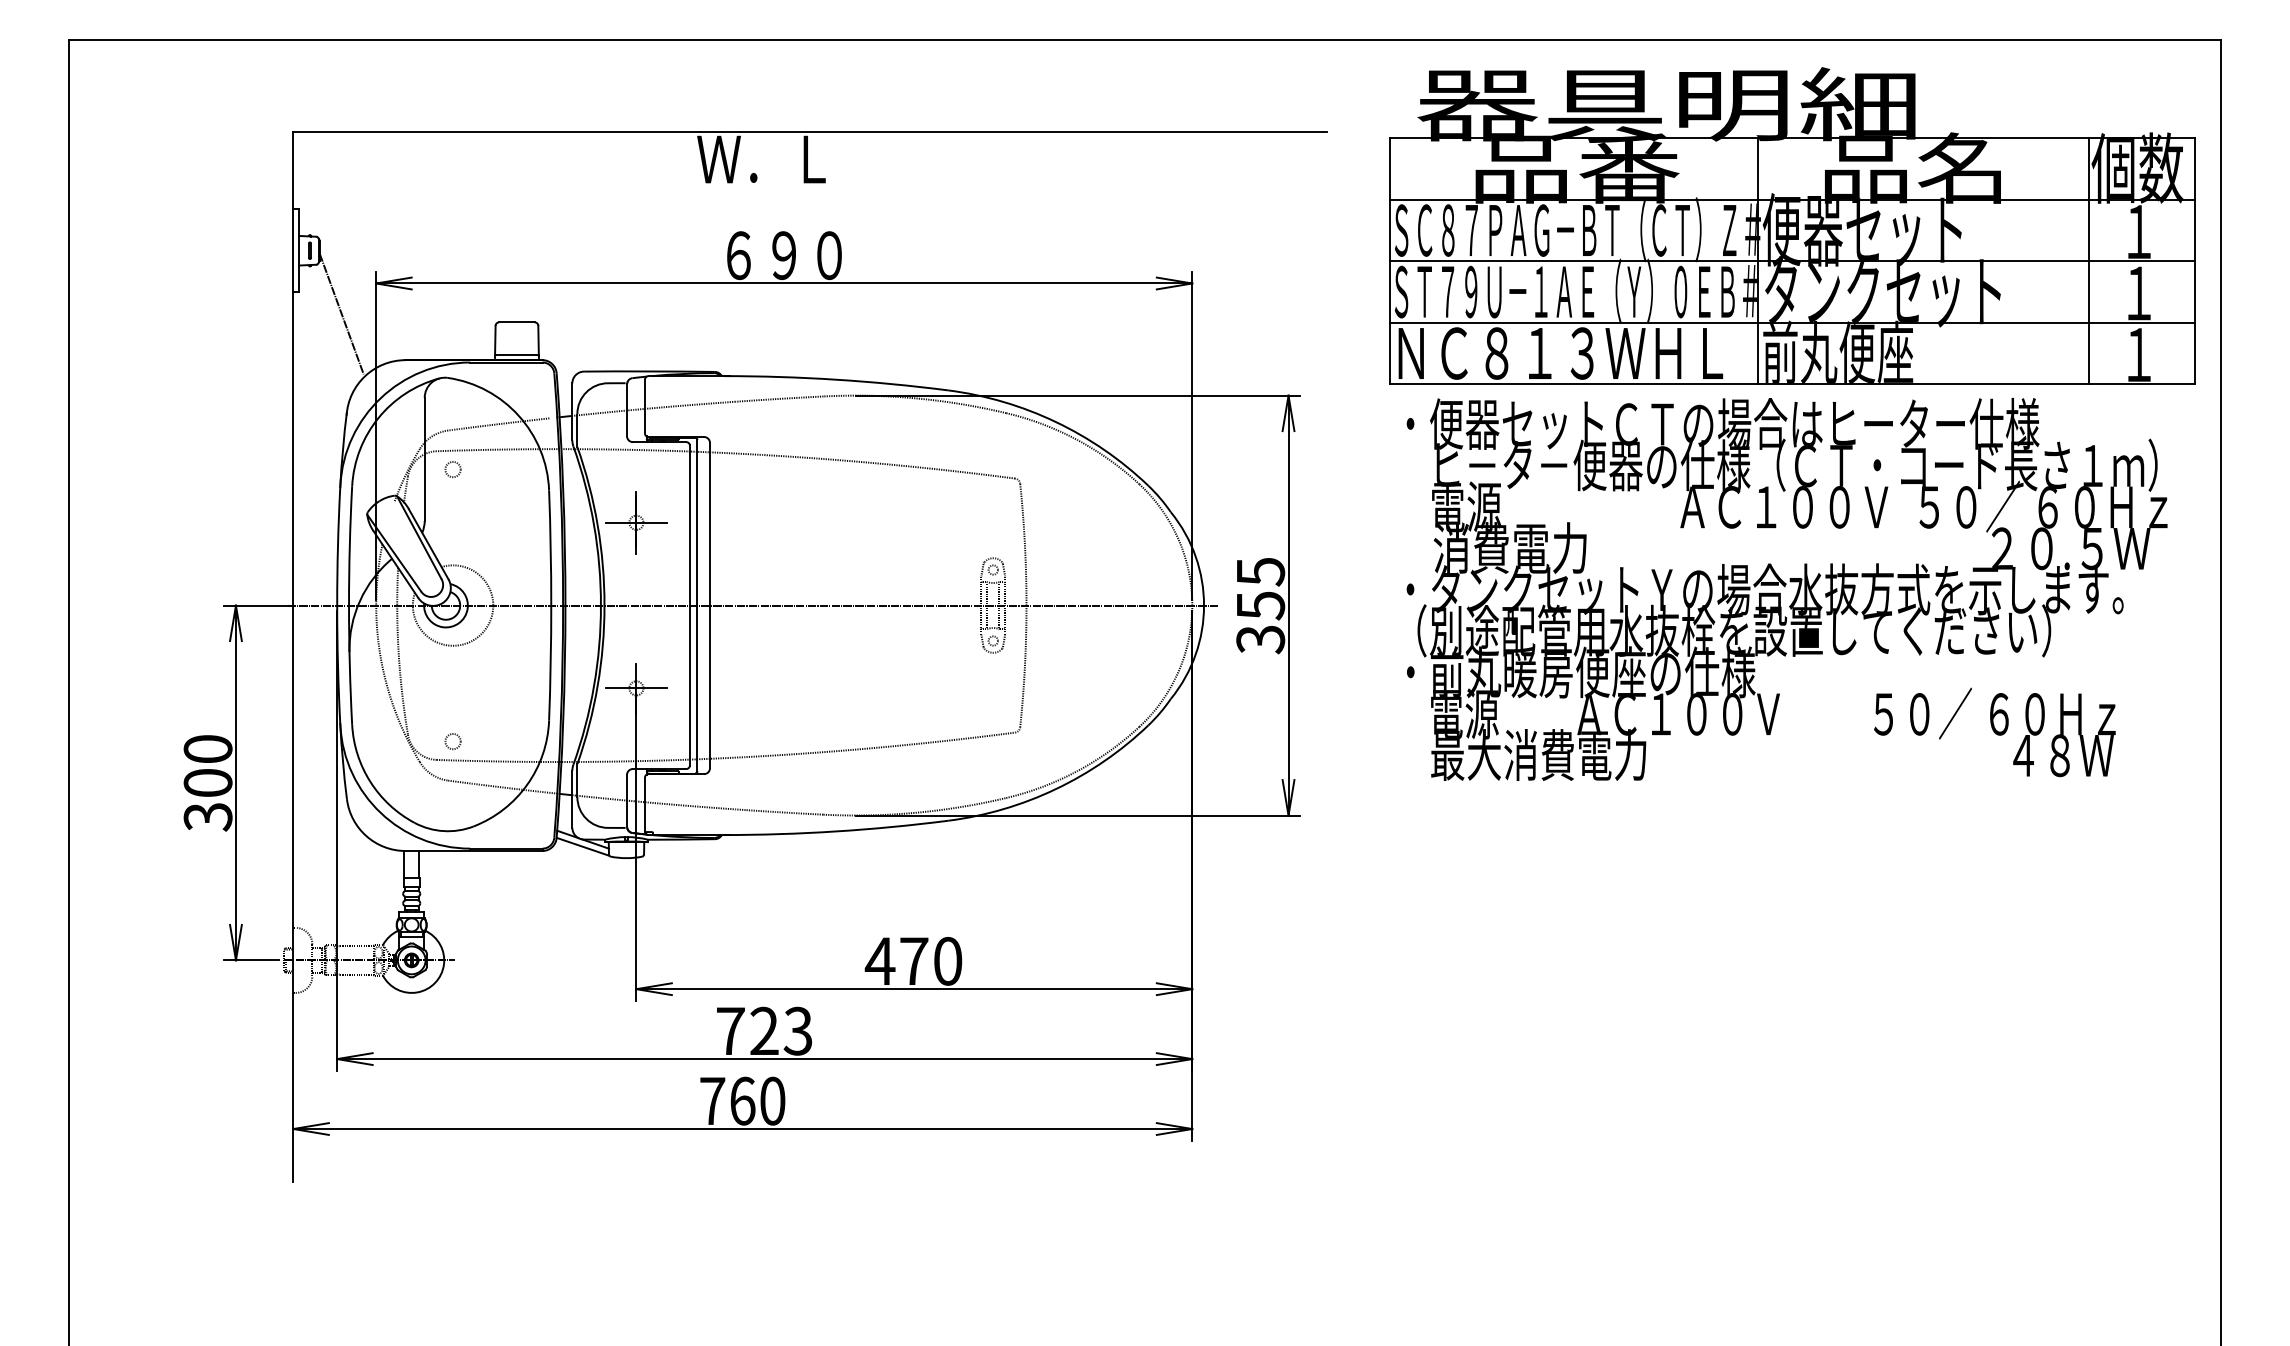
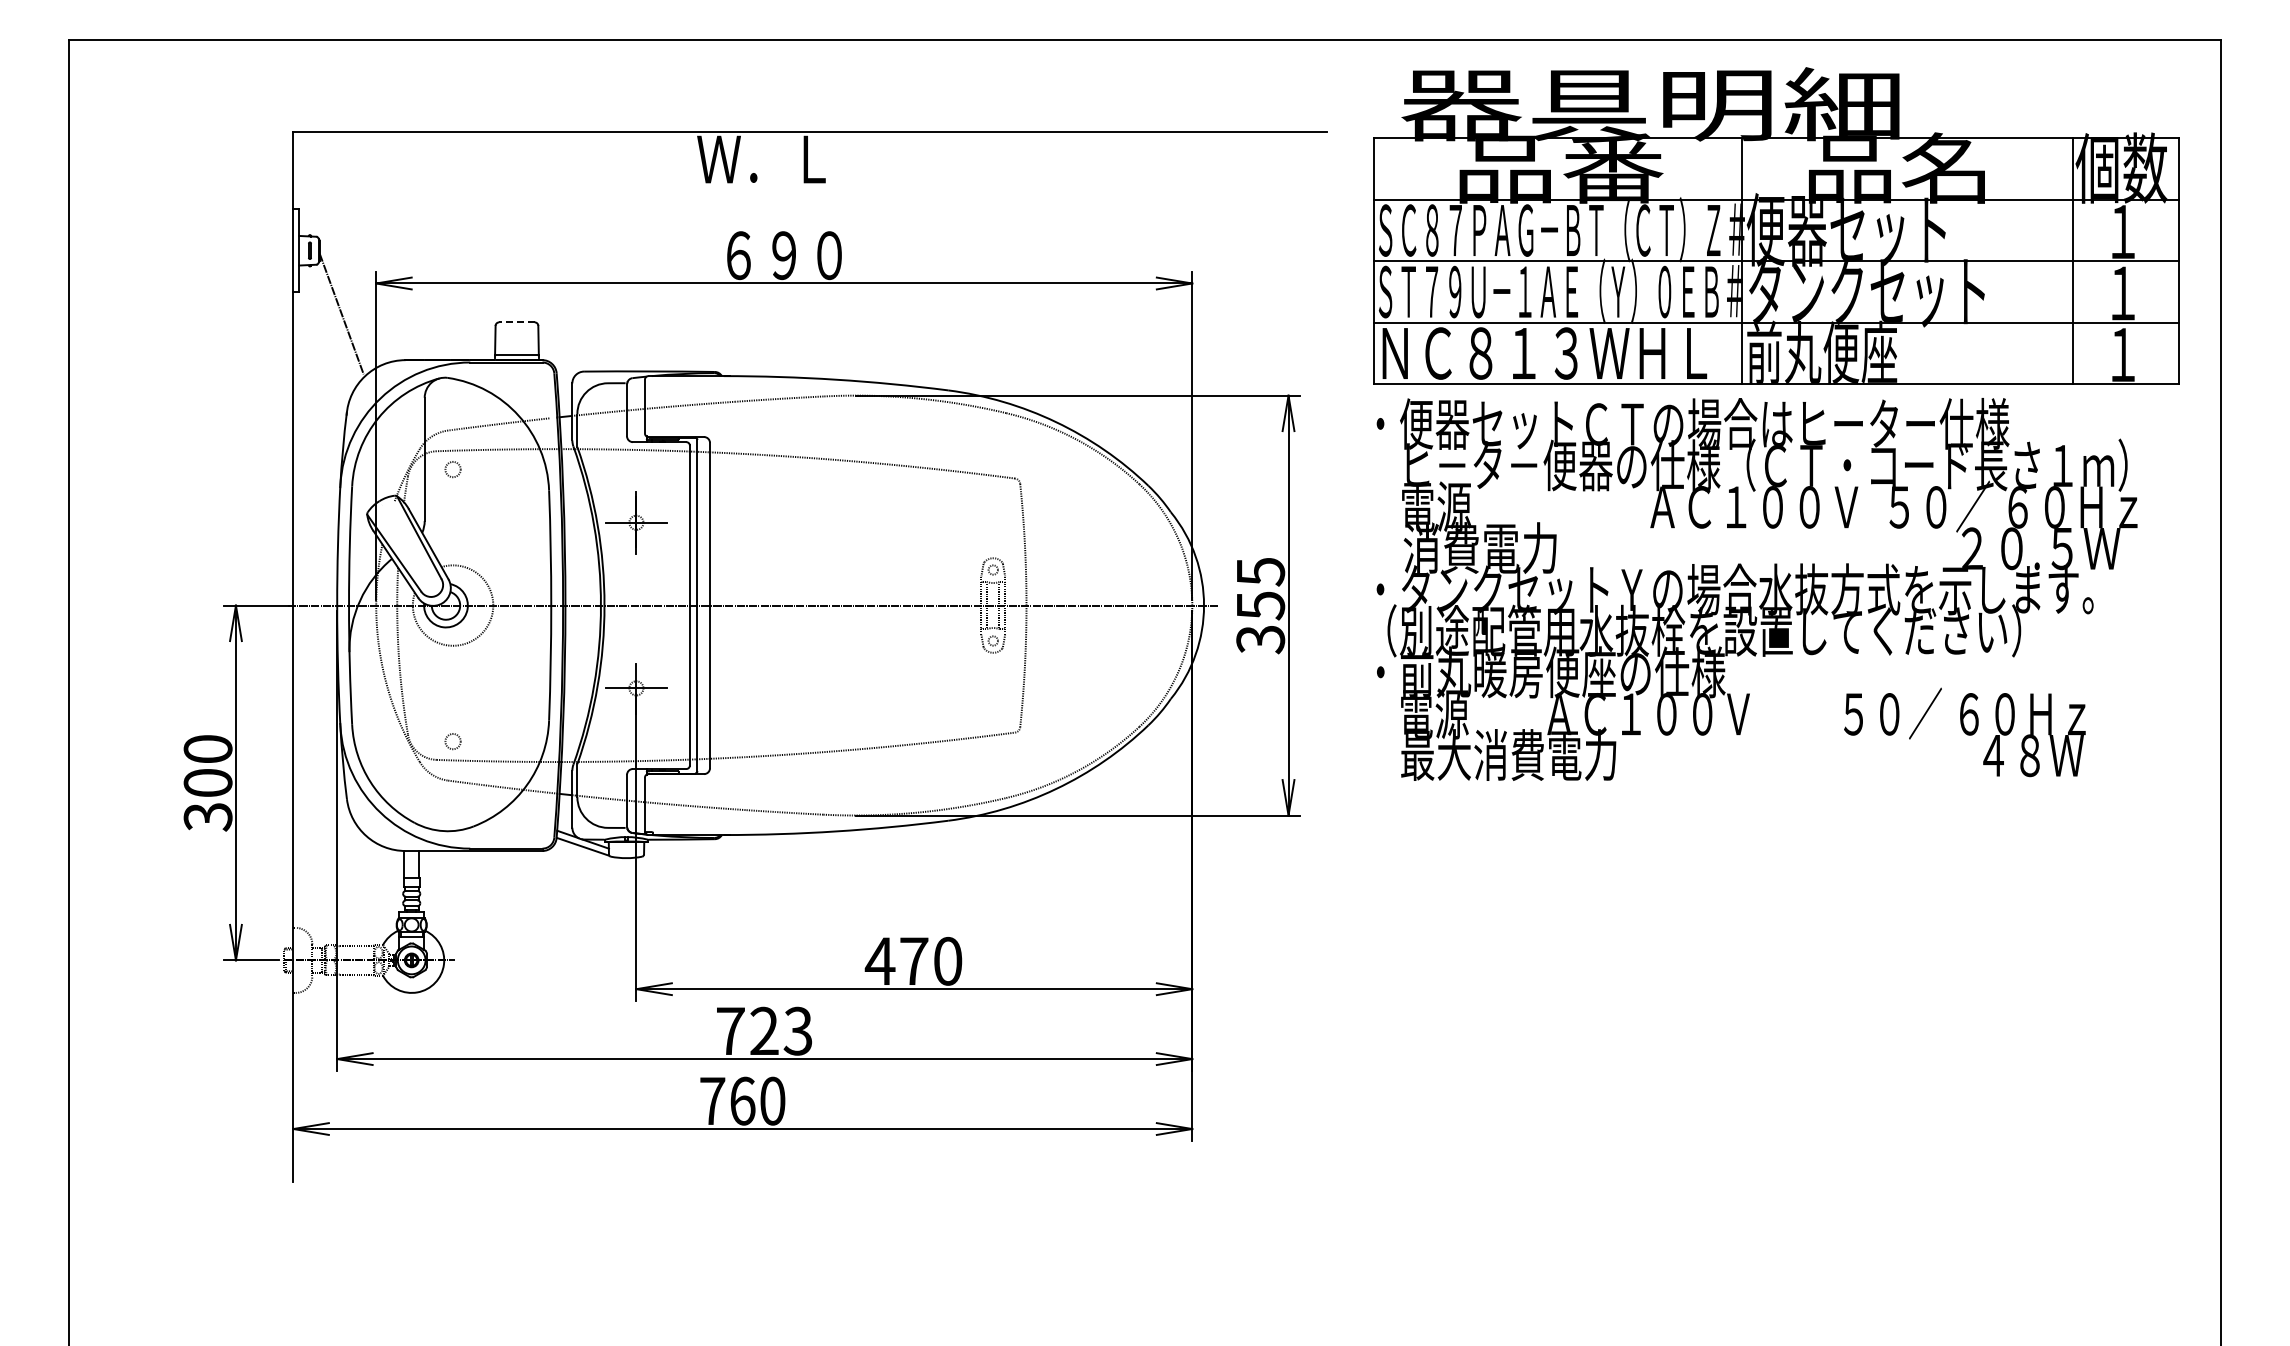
part at (1792, 225) position: (1792, 225) -> (1776, 225)
line at (516, 322): solid -> dashed
text at (1786, 589) position: (1786, 589) -> (1756, 589)
